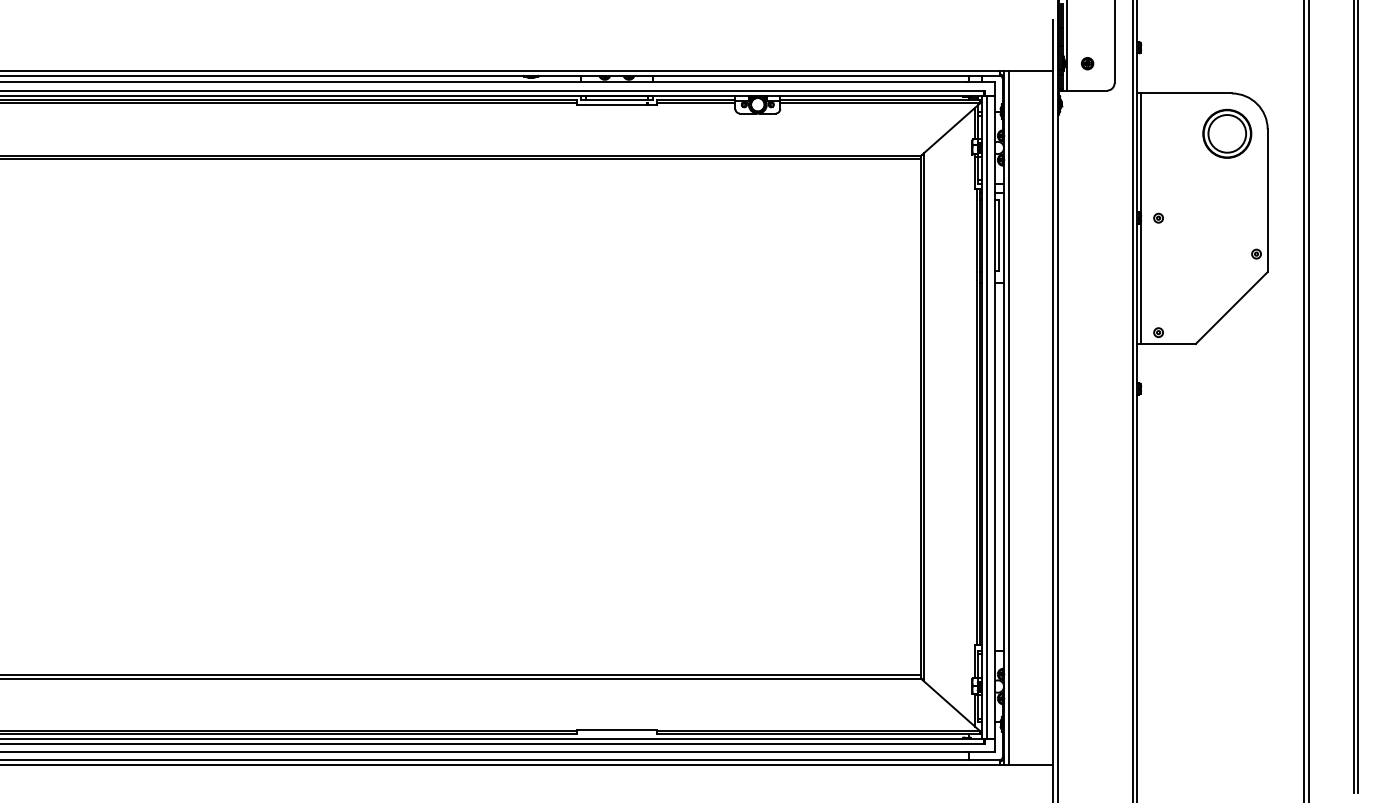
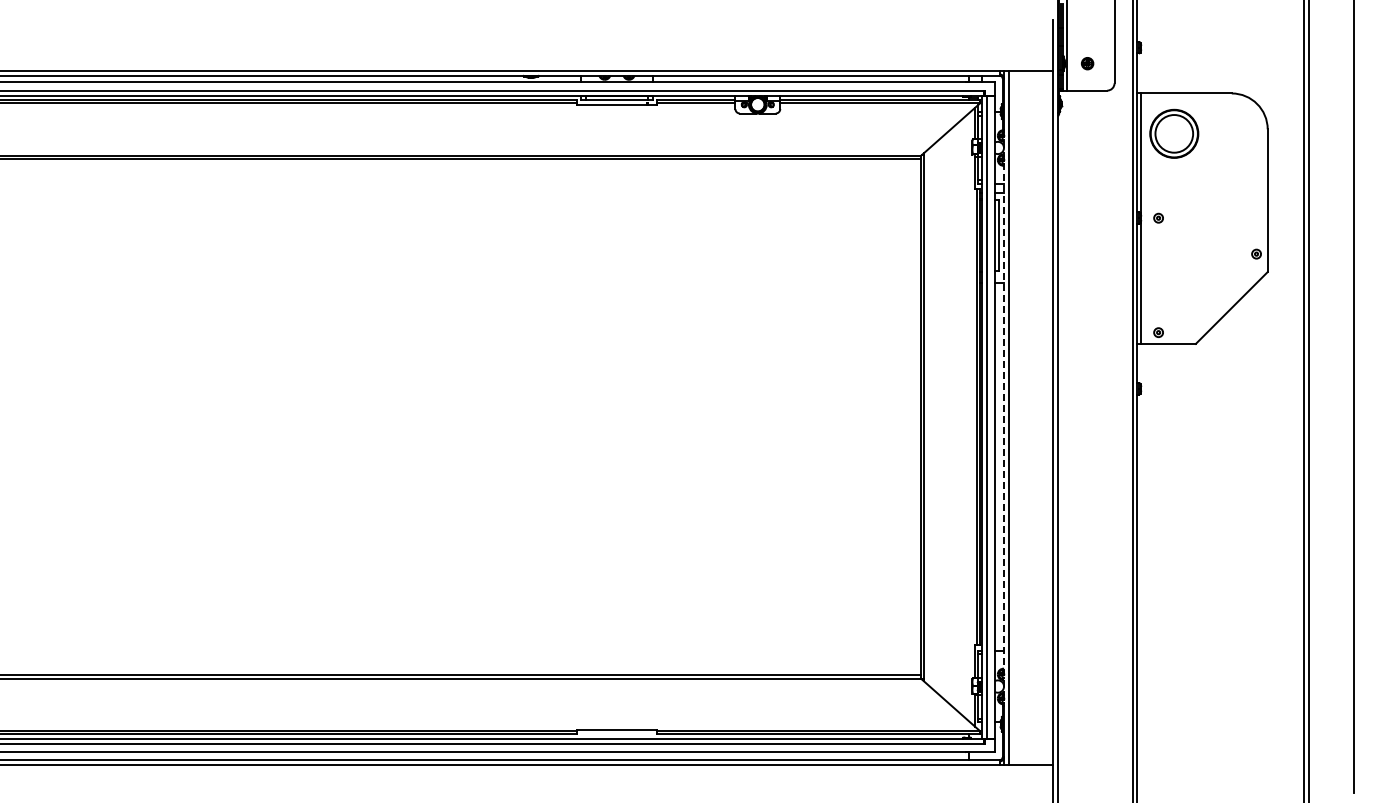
part at (1227, 133) position: (1227, 133) -> (1174, 133)
line at (1358, 397): present -> none
line at (1004, 418): solid -> dashed
